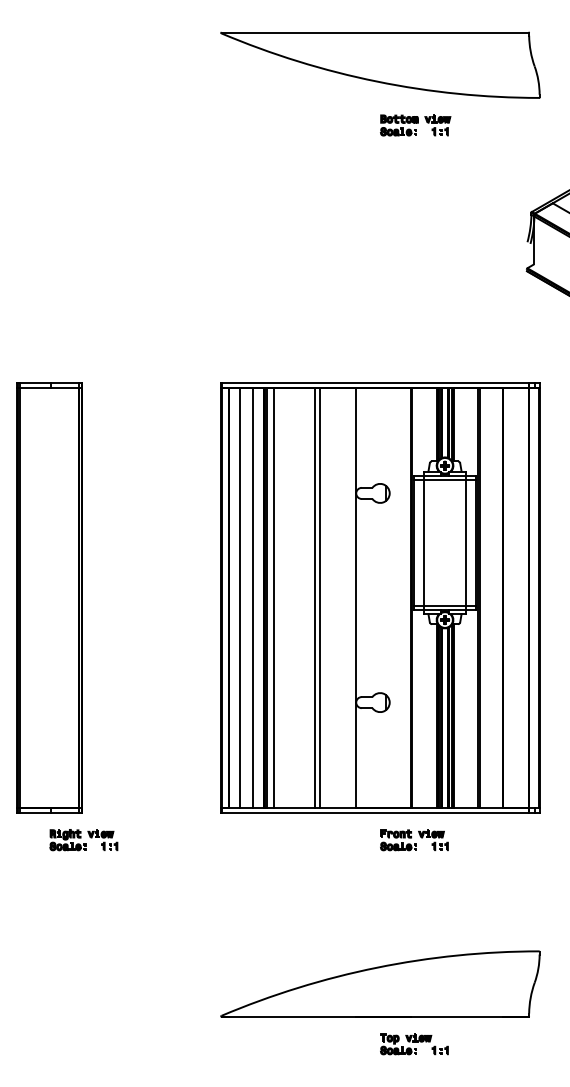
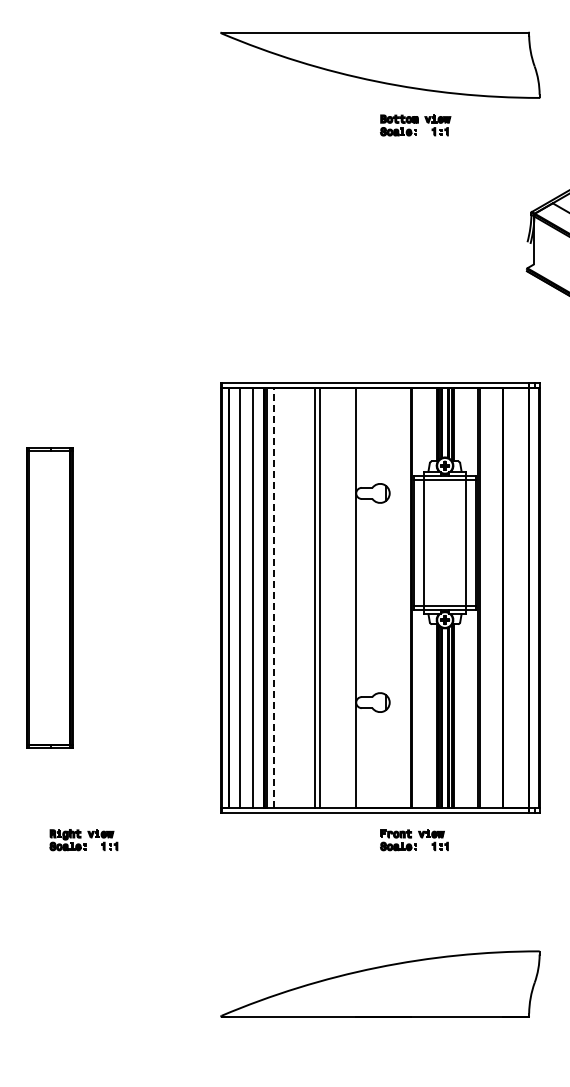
part at (49, 597) size: 67x432 px -> 48x302 px
line at (273, 597): solid -> dashed
part at (414, 1044): present -> none
